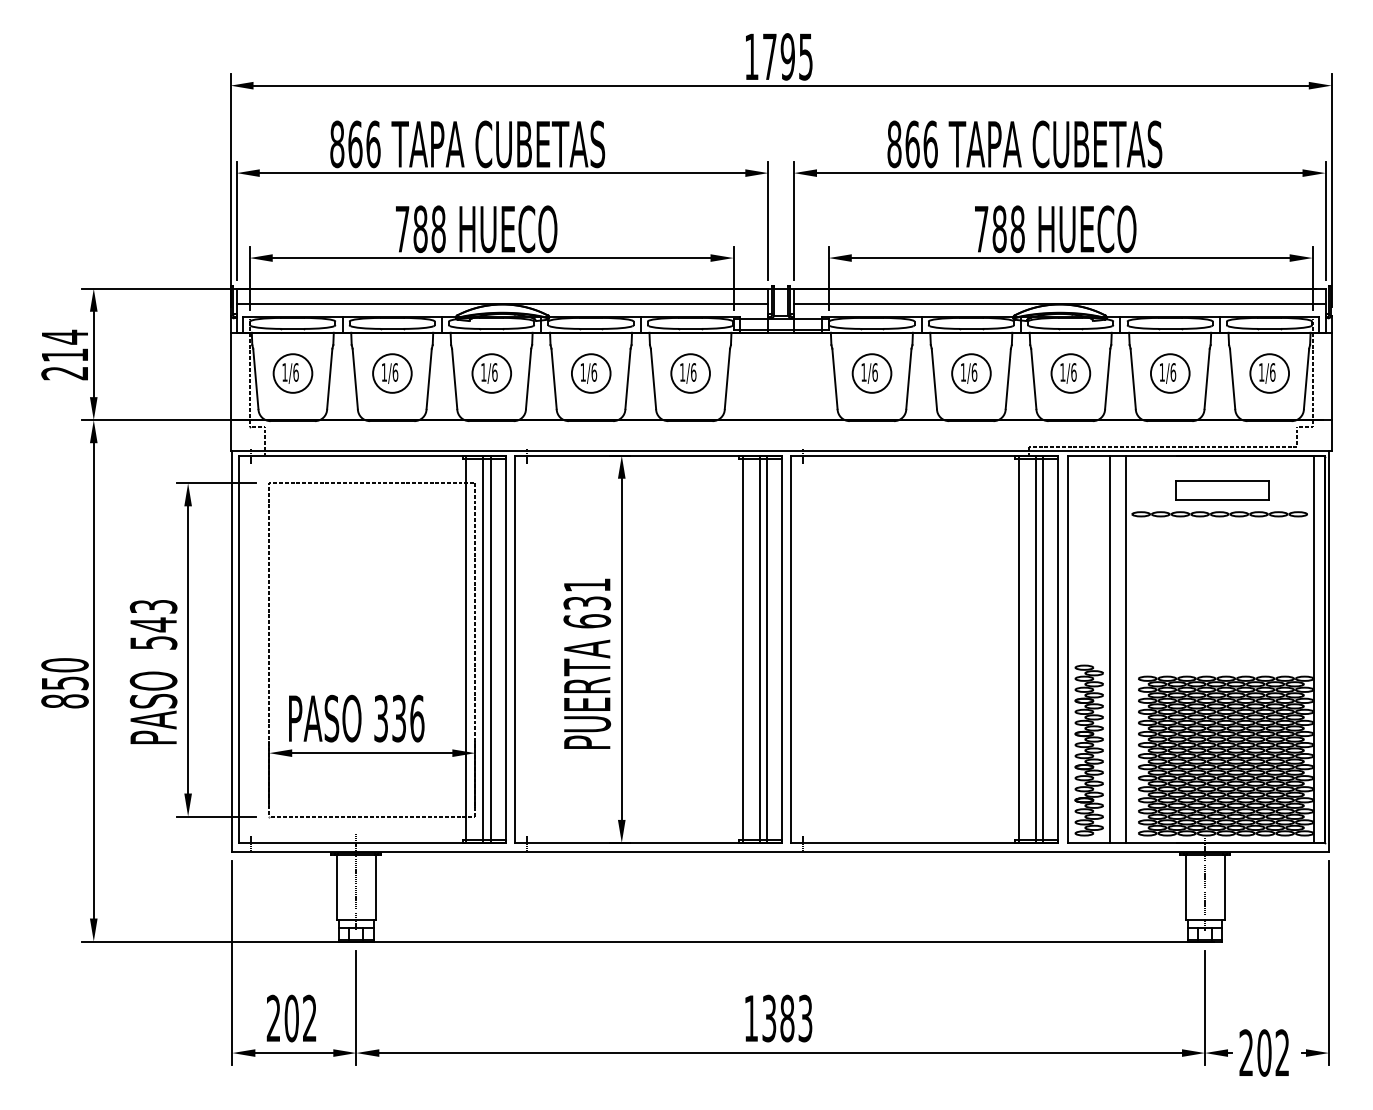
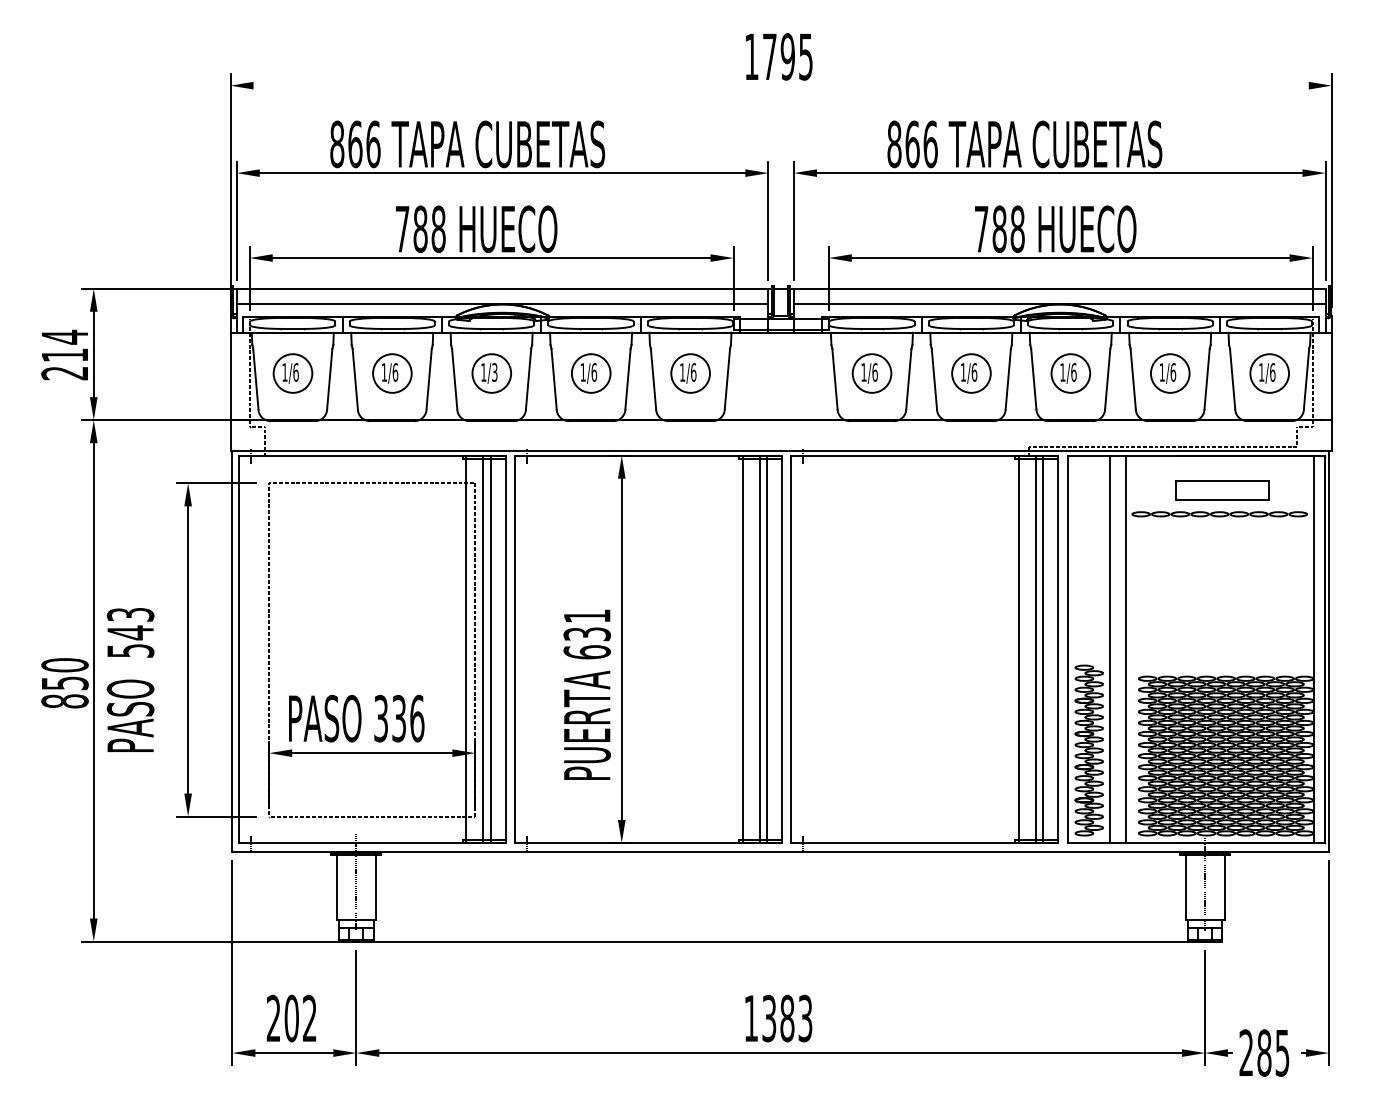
line at (780, 85): present -> none
text at (494, 372): 1/6 -> 1/3
text at (587, 663) position: (587, 663) -> (587, 694)
text at (153, 671) position: (153, 671) -> (130, 679)
text at (1273, 1052): 202 -> 285
